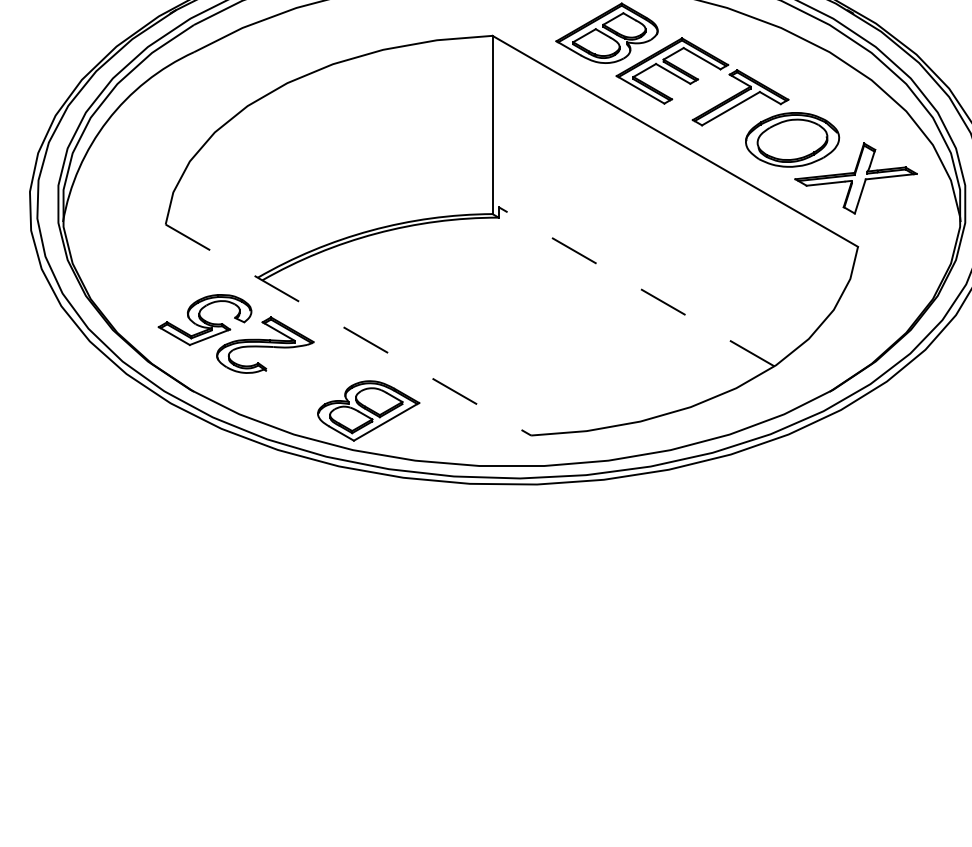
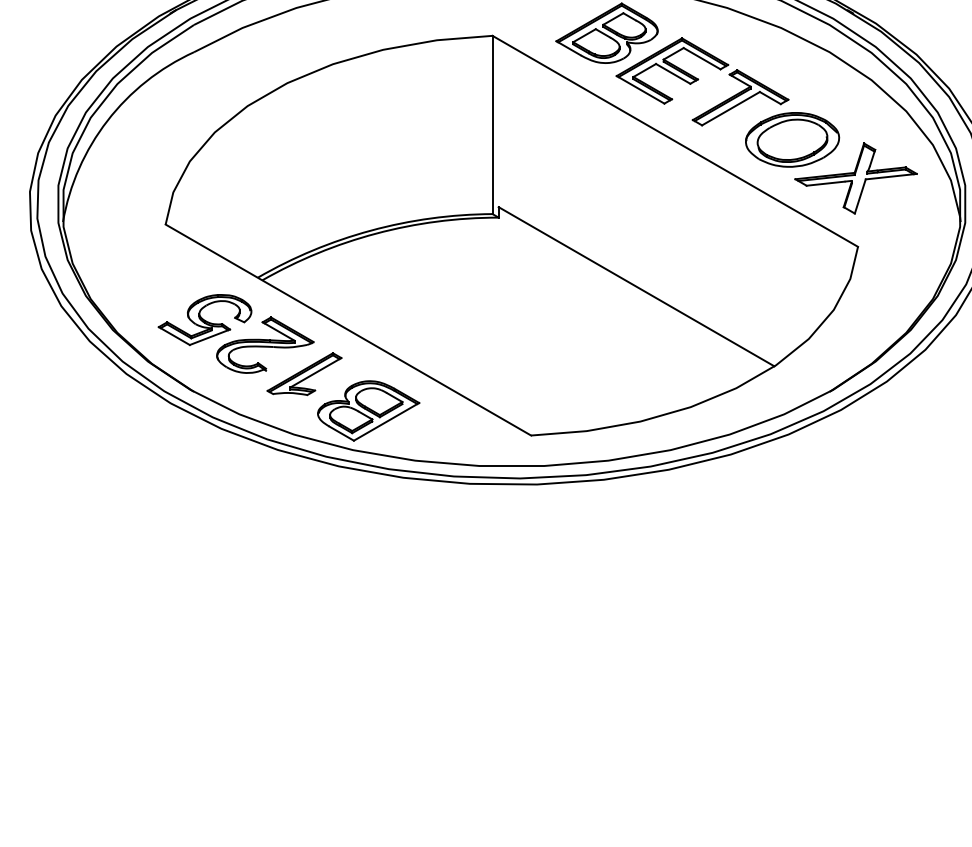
line at (636, 286): dashed -> solid
line at (348, 330): dashed -> solid
part at (304, 374): none -> present
